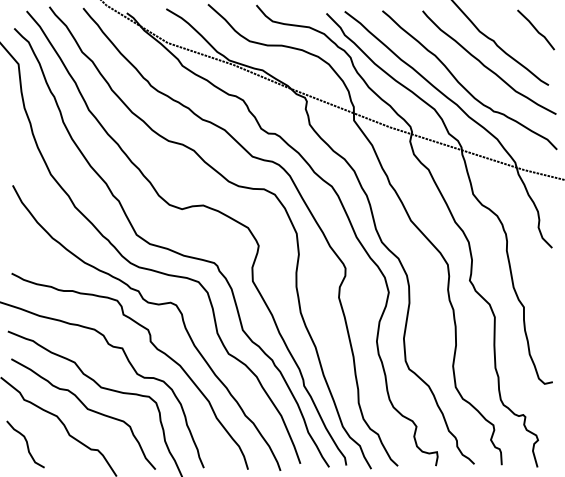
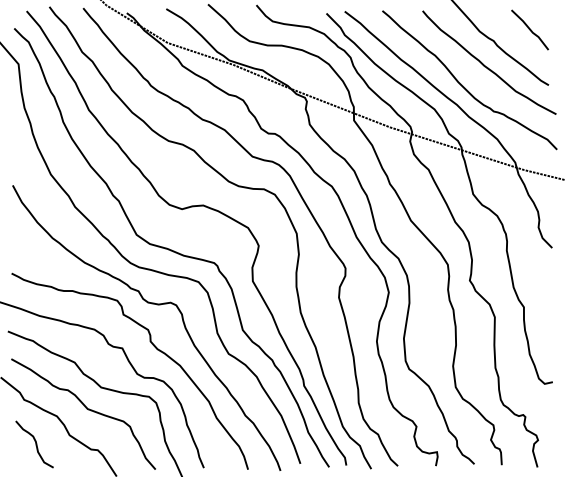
line at (536, 29) position: (536, 29) -> (530, 29)
curve at (26, 444) position: (26, 444) -> (35, 444)
